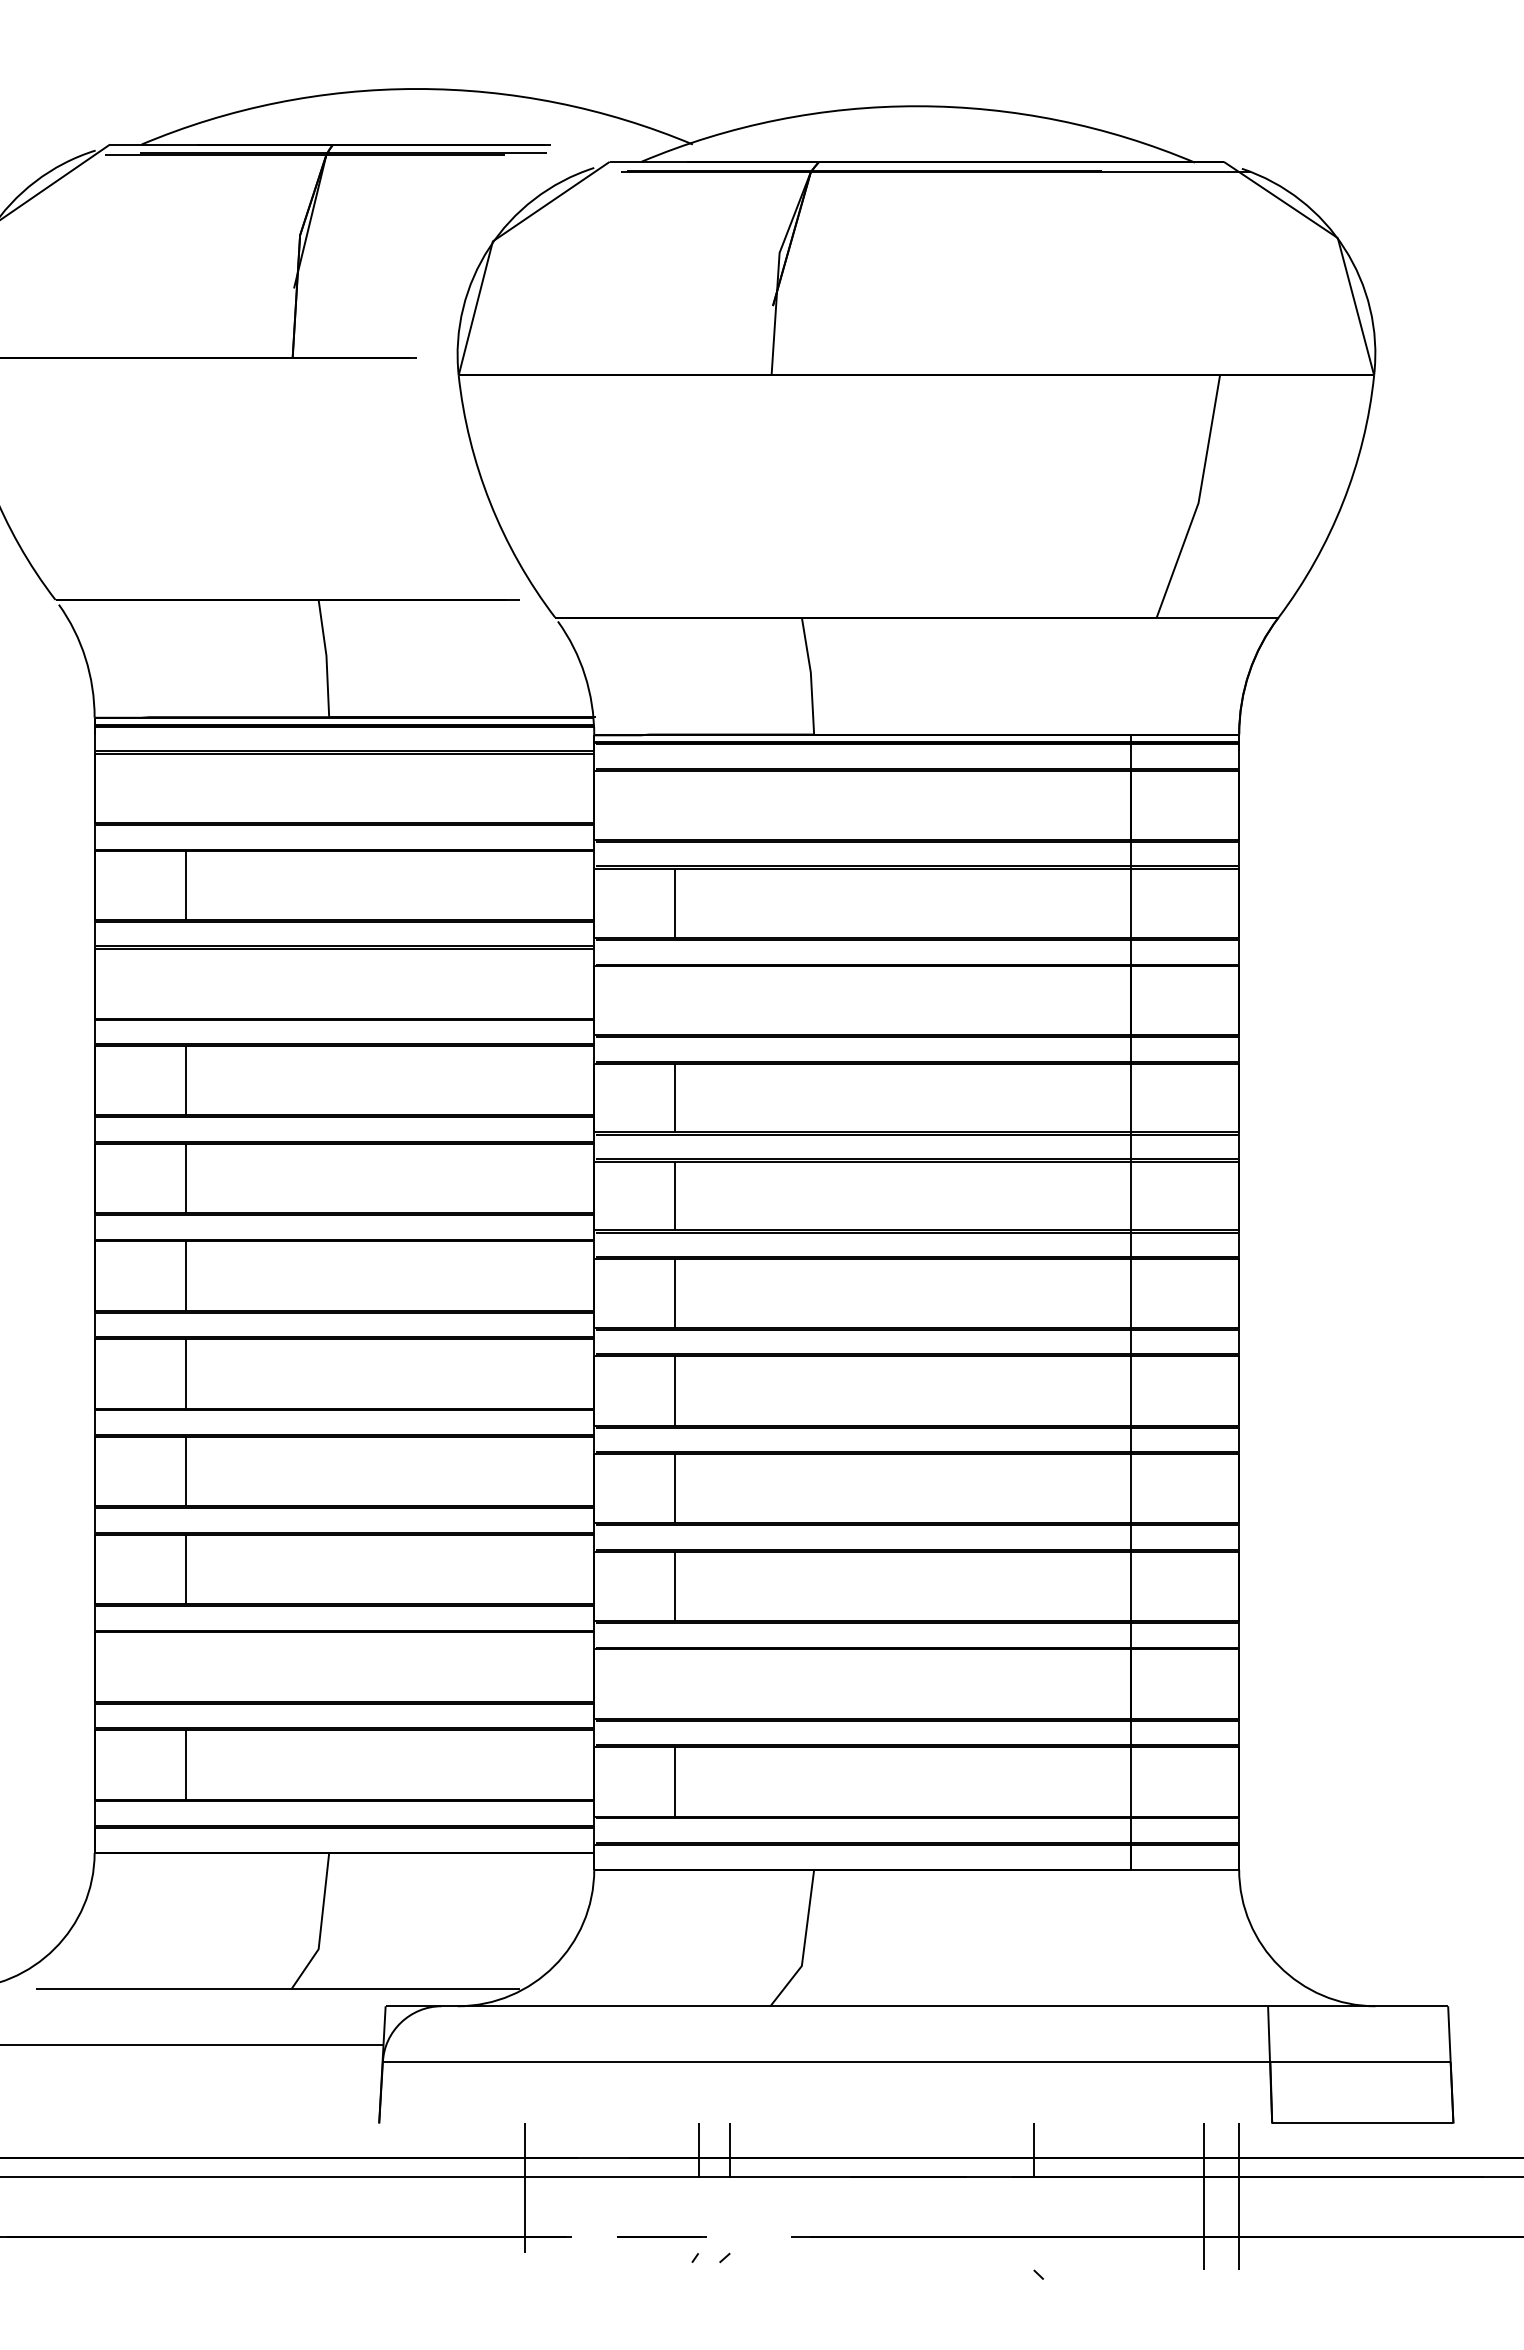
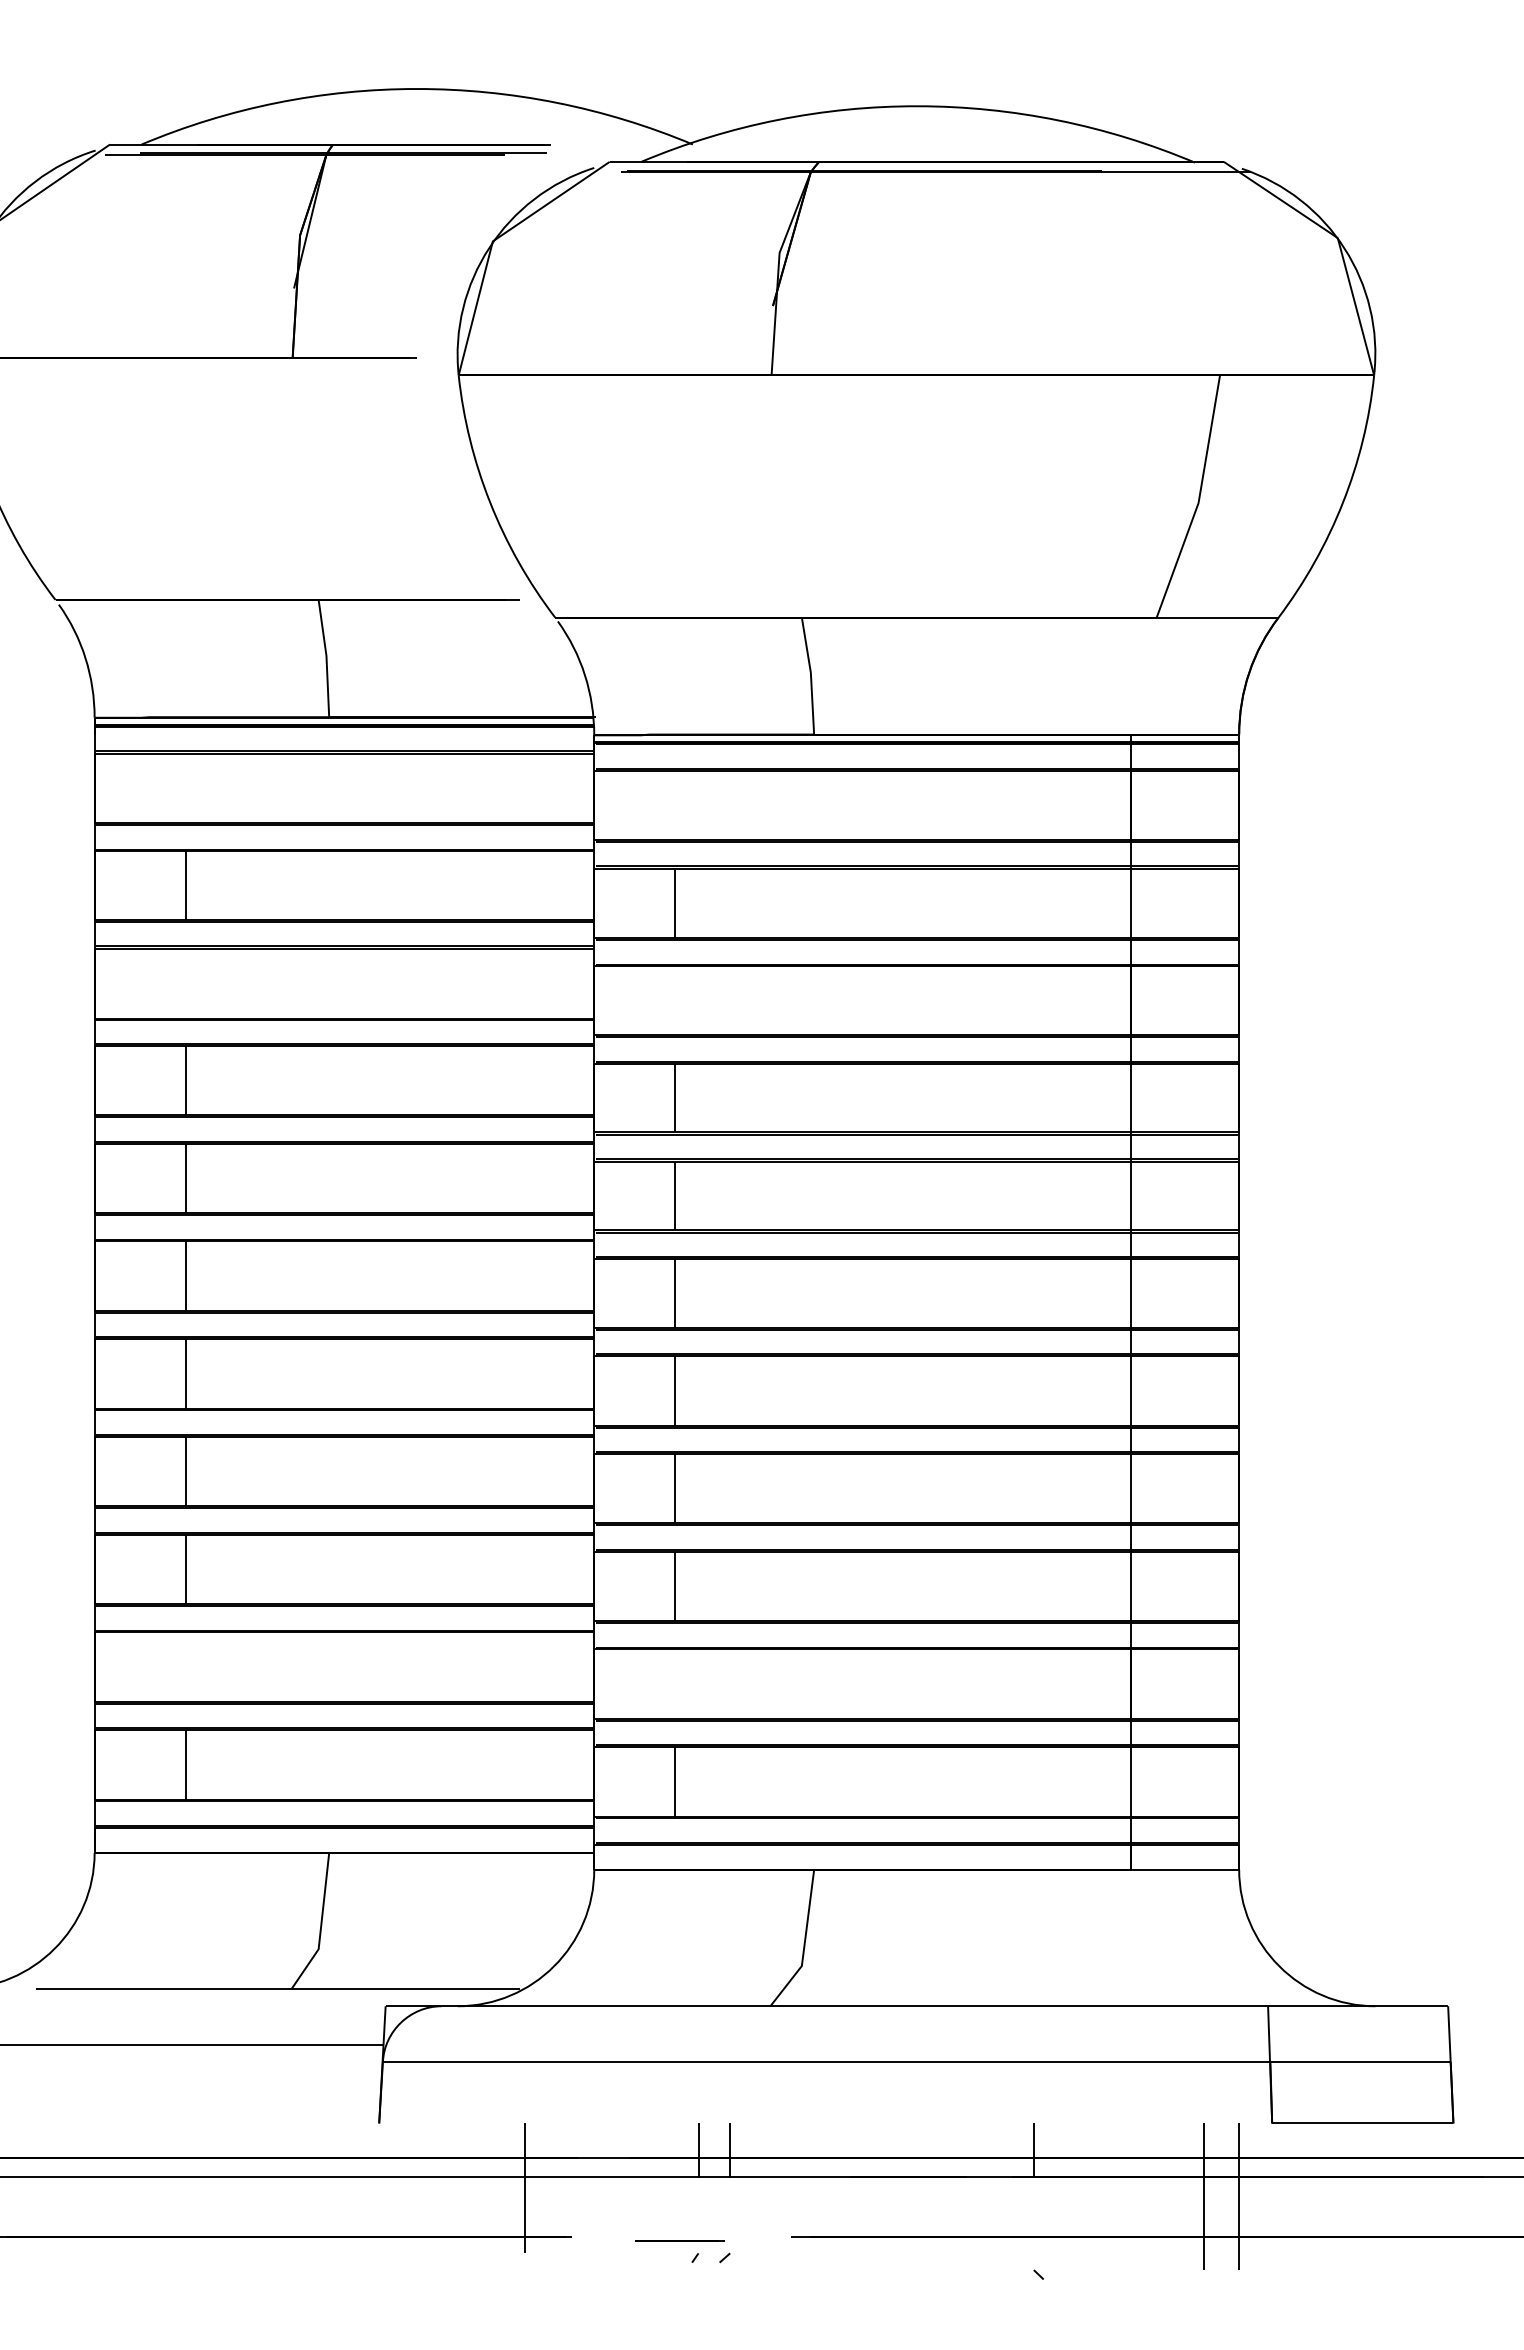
line at (661, 2236) position: (661, 2236) -> (679, 2240)
